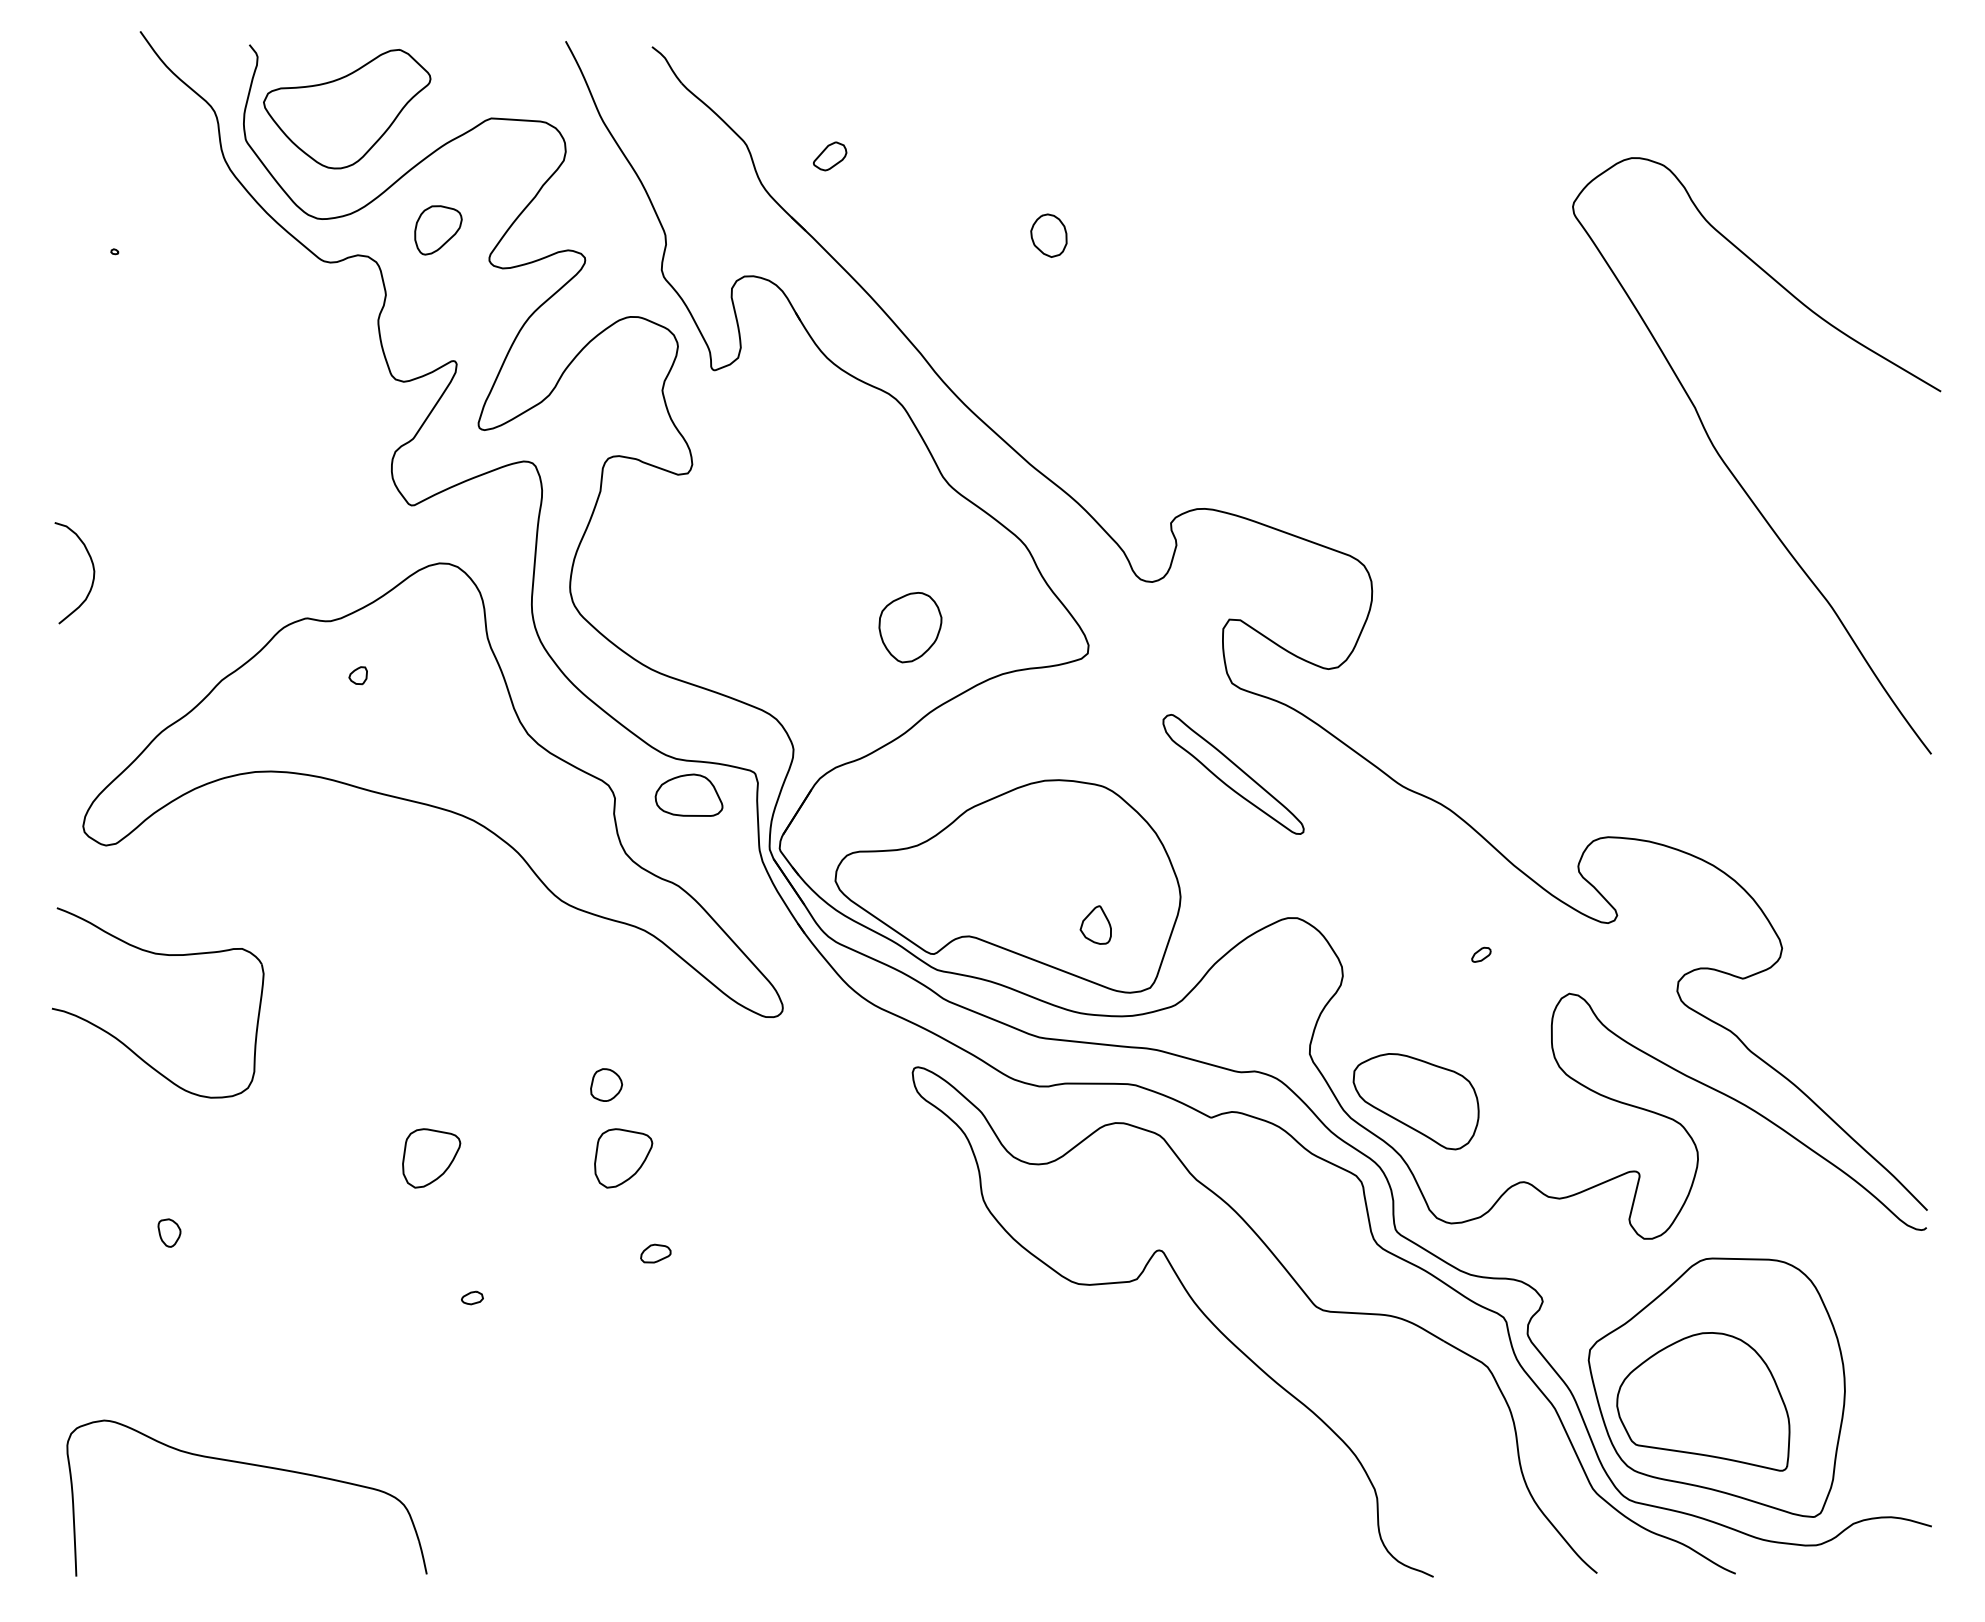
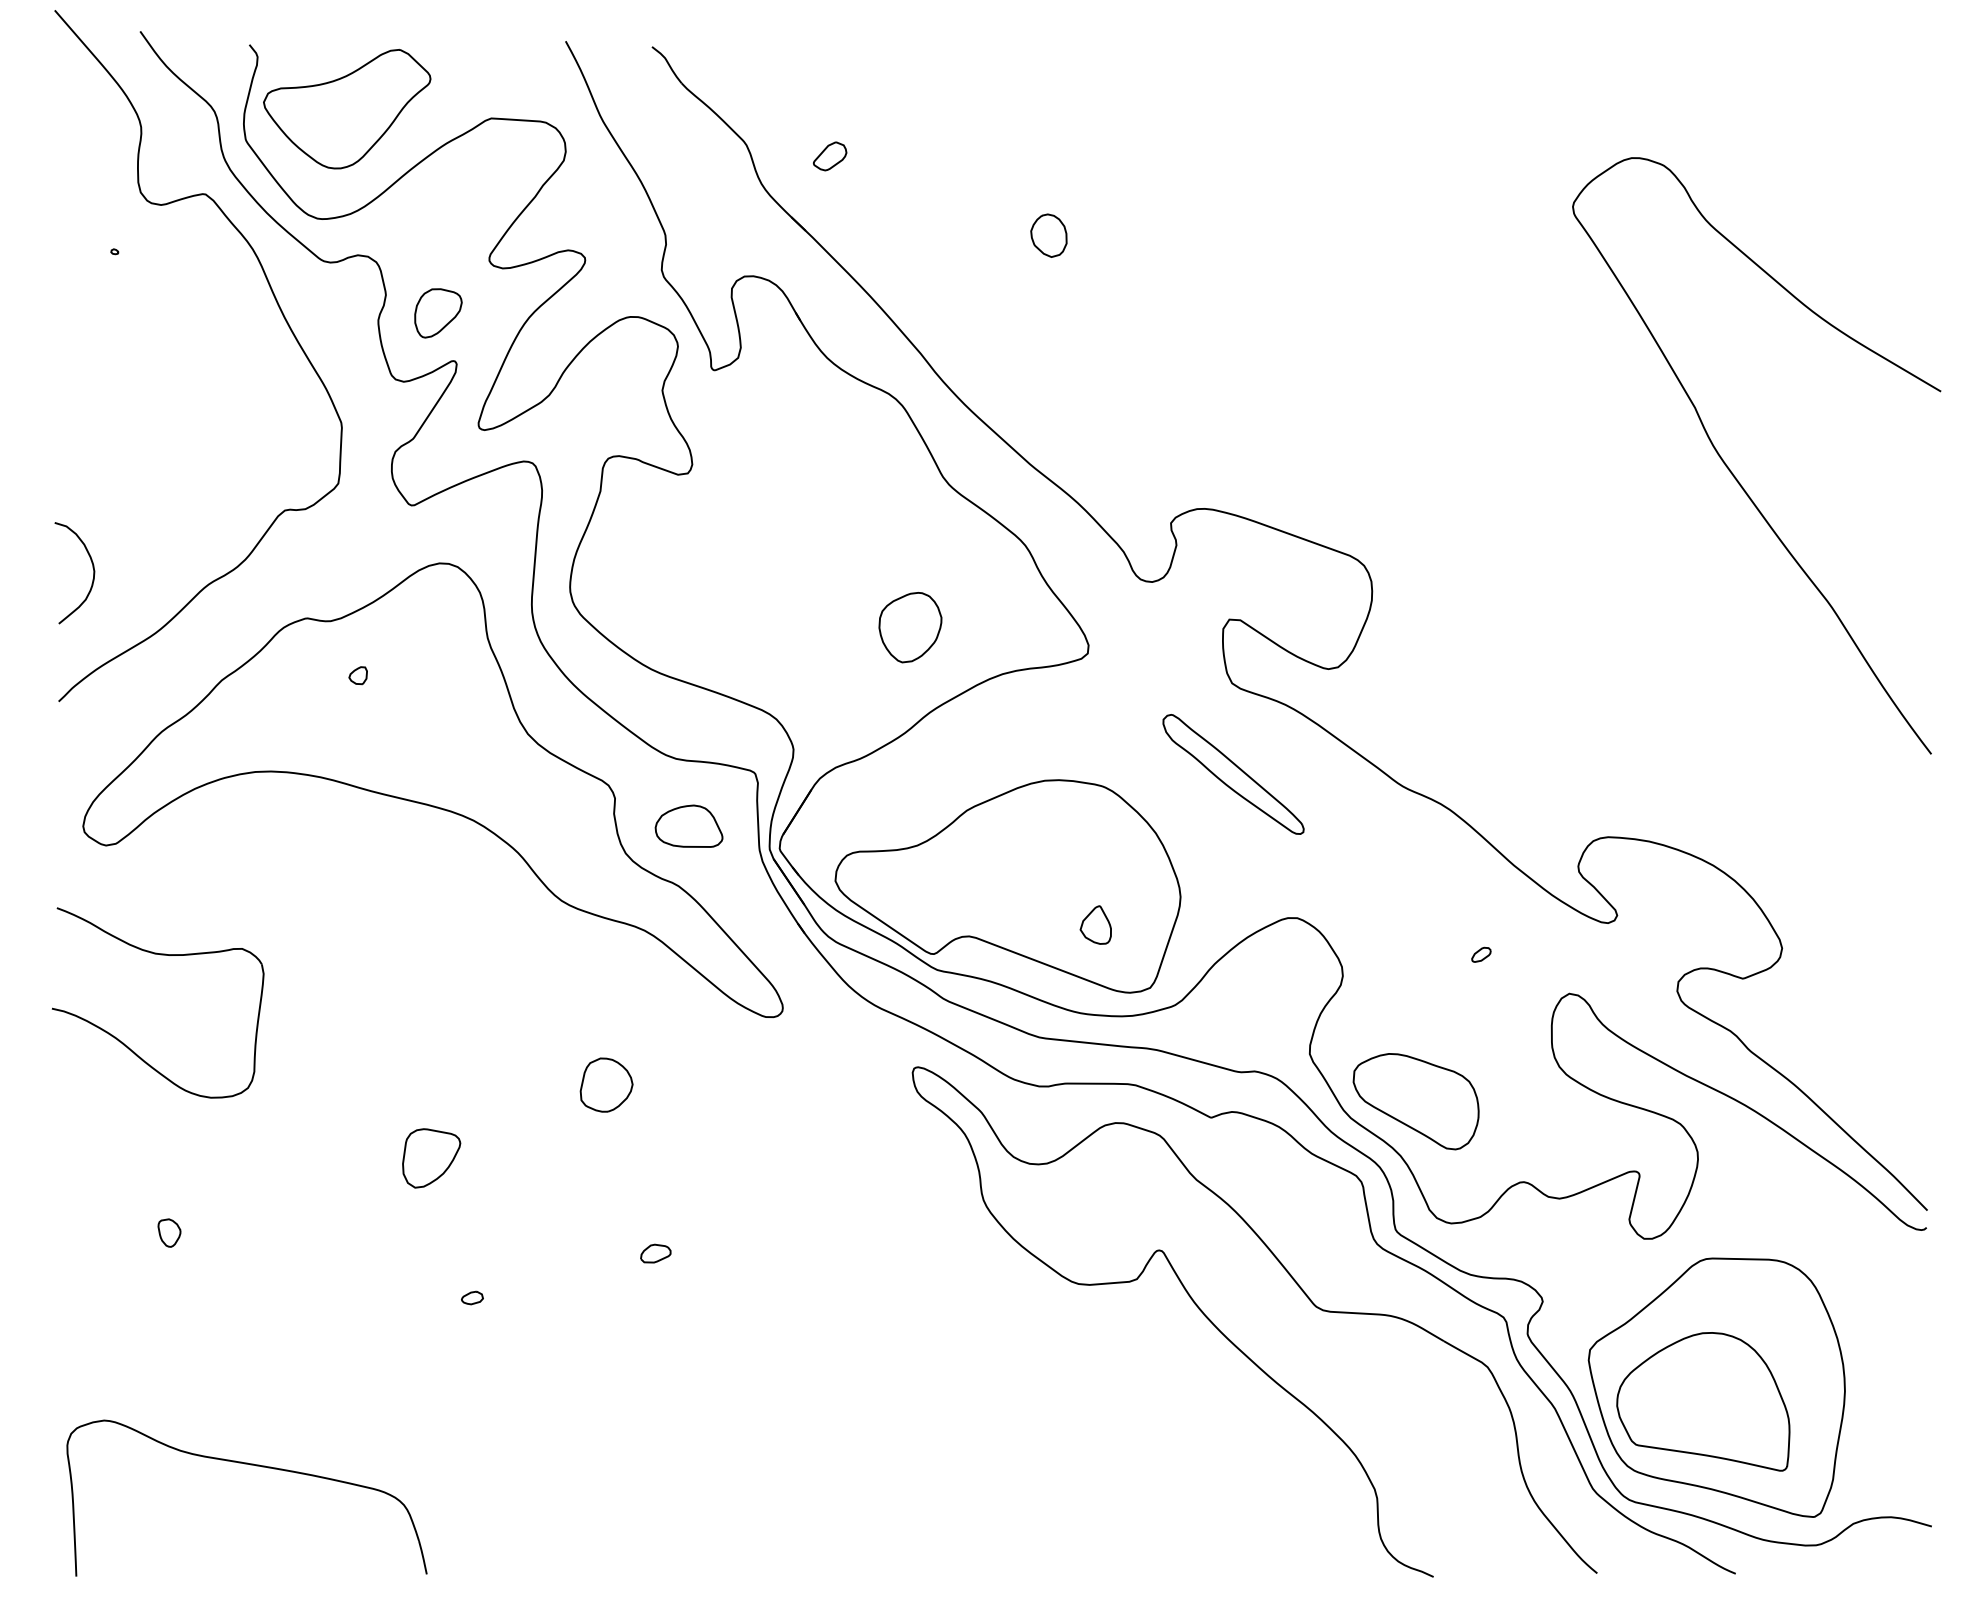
part at (438, 230) position: (438, 230) -> (438, 313)
curve at (282, 315): none -> present
part at (688, 794) position: (688, 794) -> (688, 825)
part at (606, 1084) size: 34x34 px -> 55x56 px
part at (623, 1158): present -> none
